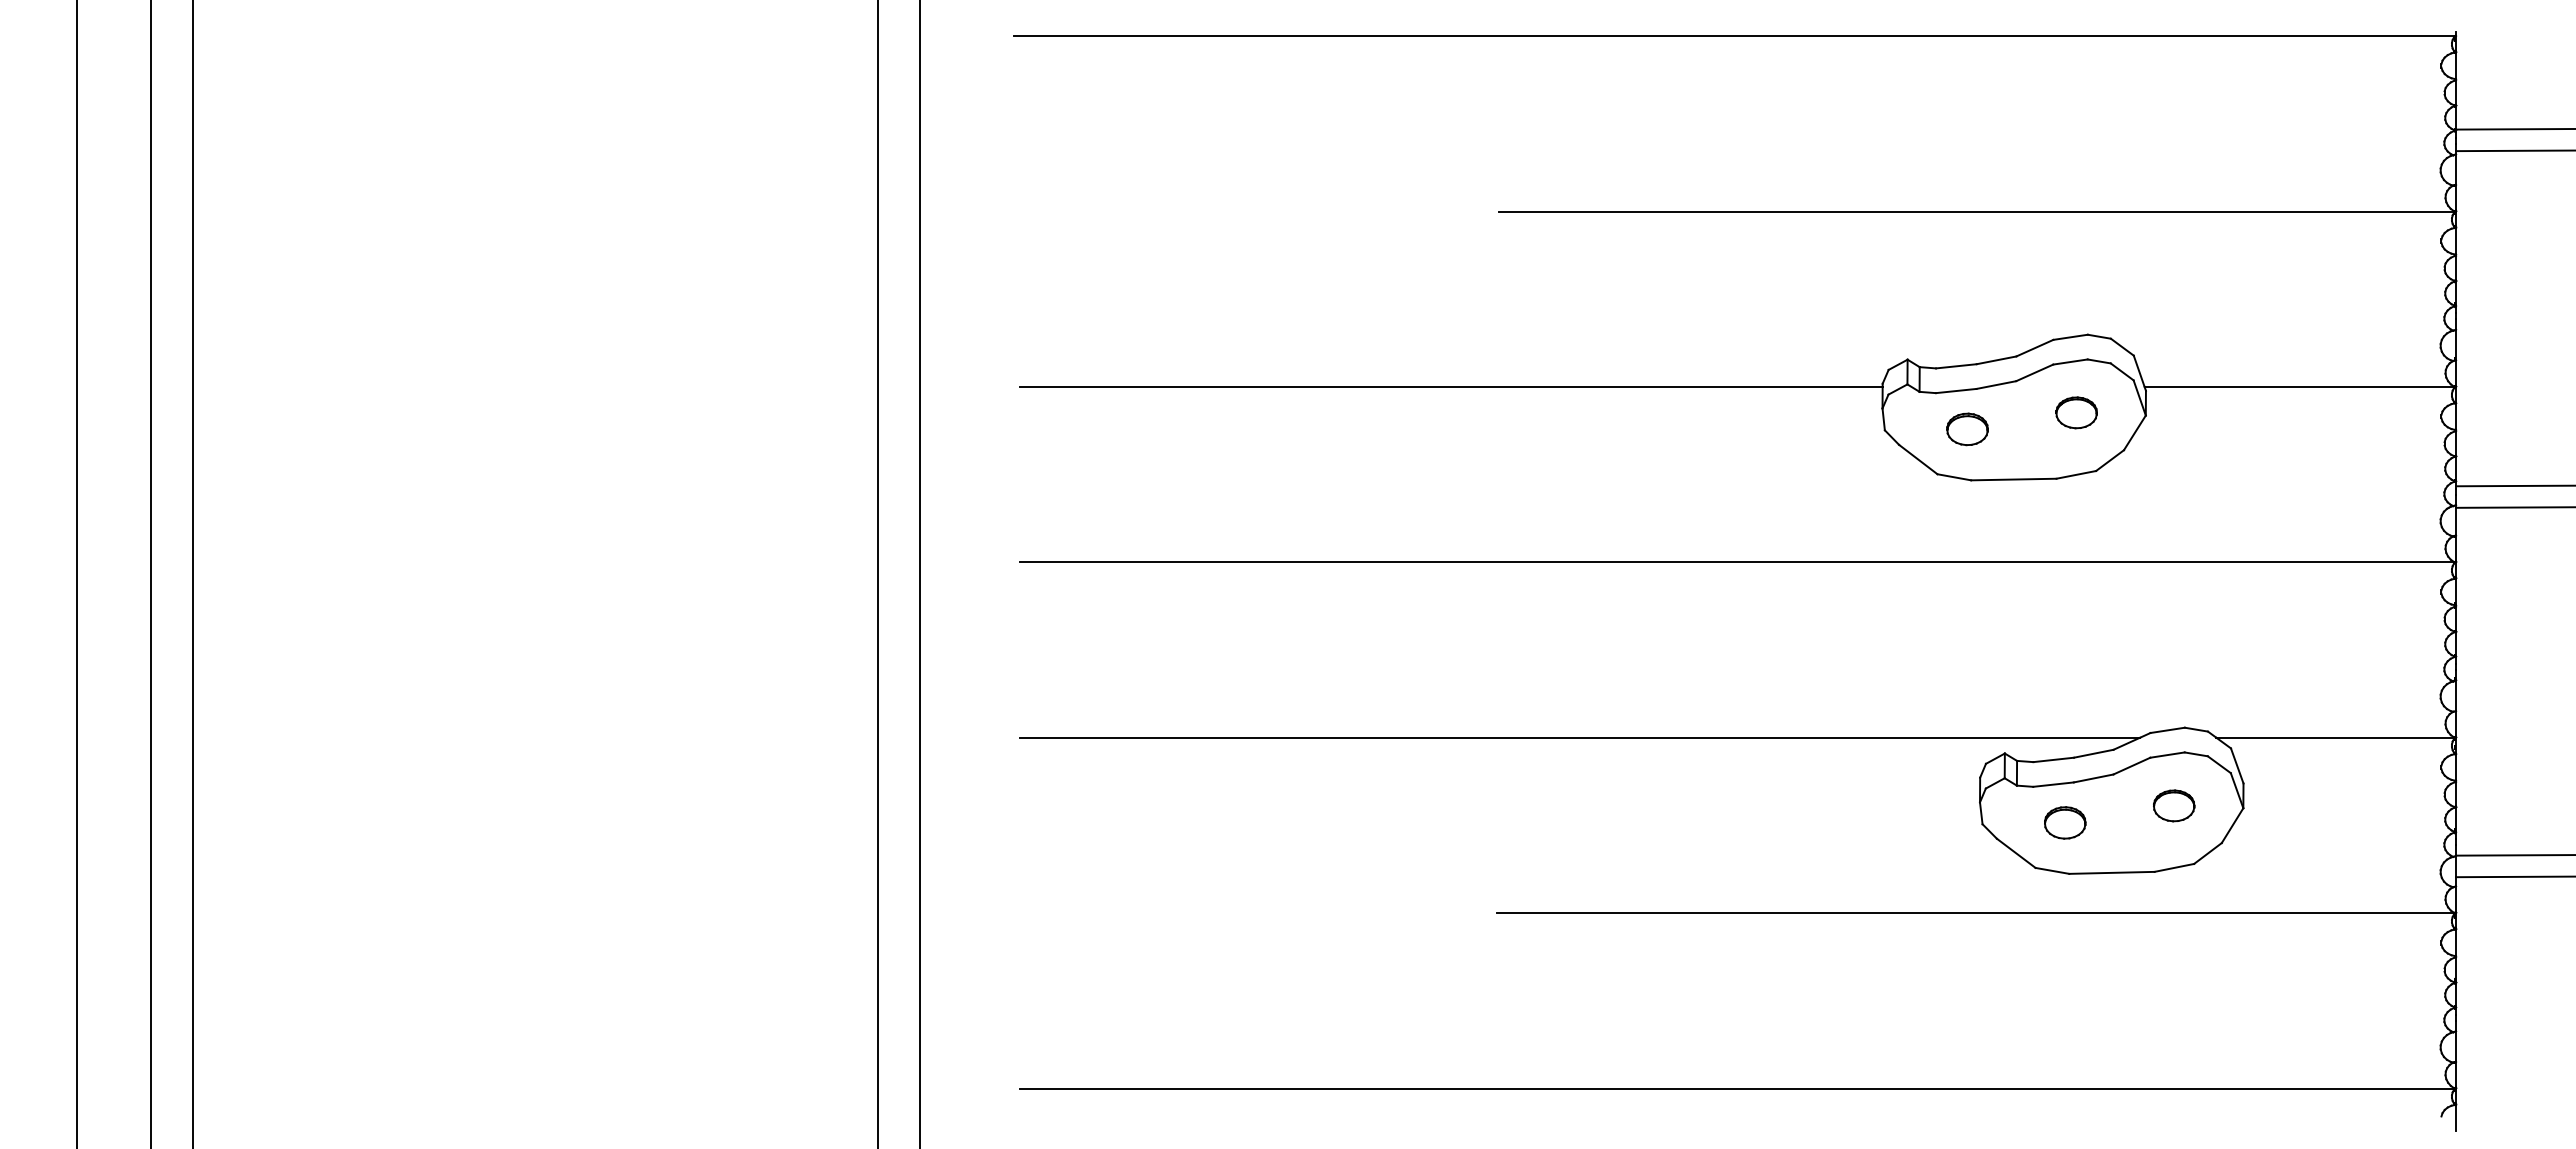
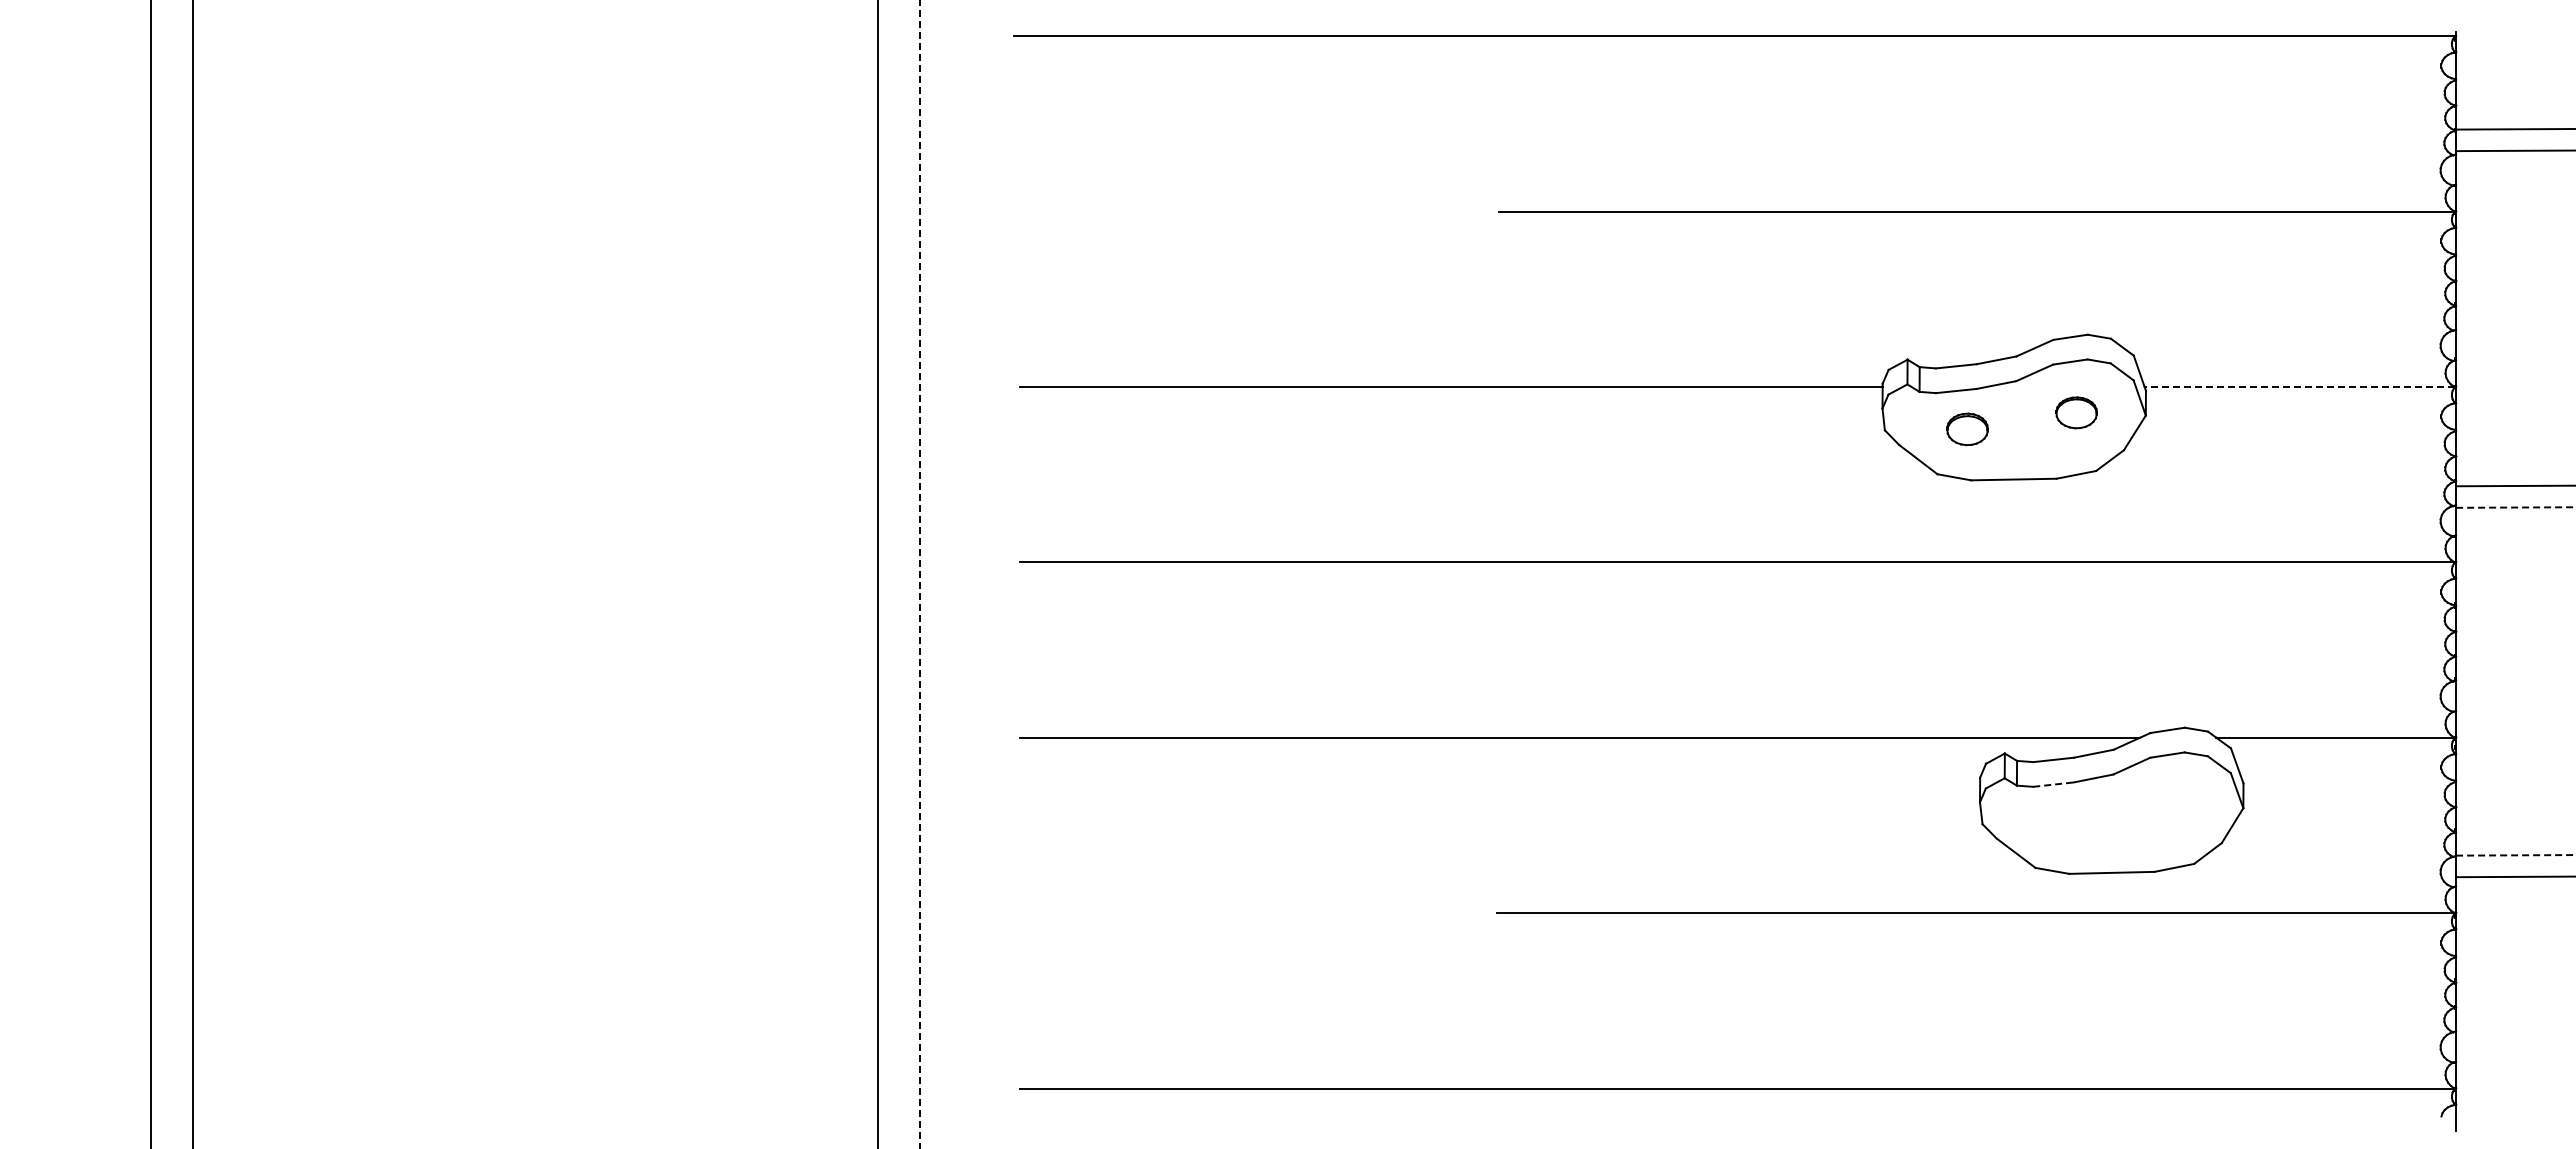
line at (2299, 387): solid -> dashed
line at (2516, 507): solid -> dashed
line at (77, 573): present -> none
line at (919, 574): solid -> dashed
line at (2054, 784): solid -> dashed
part at (2174, 805): present -> none
part at (2065, 822): present -> none
line at (2516, 855): solid -> dashed
